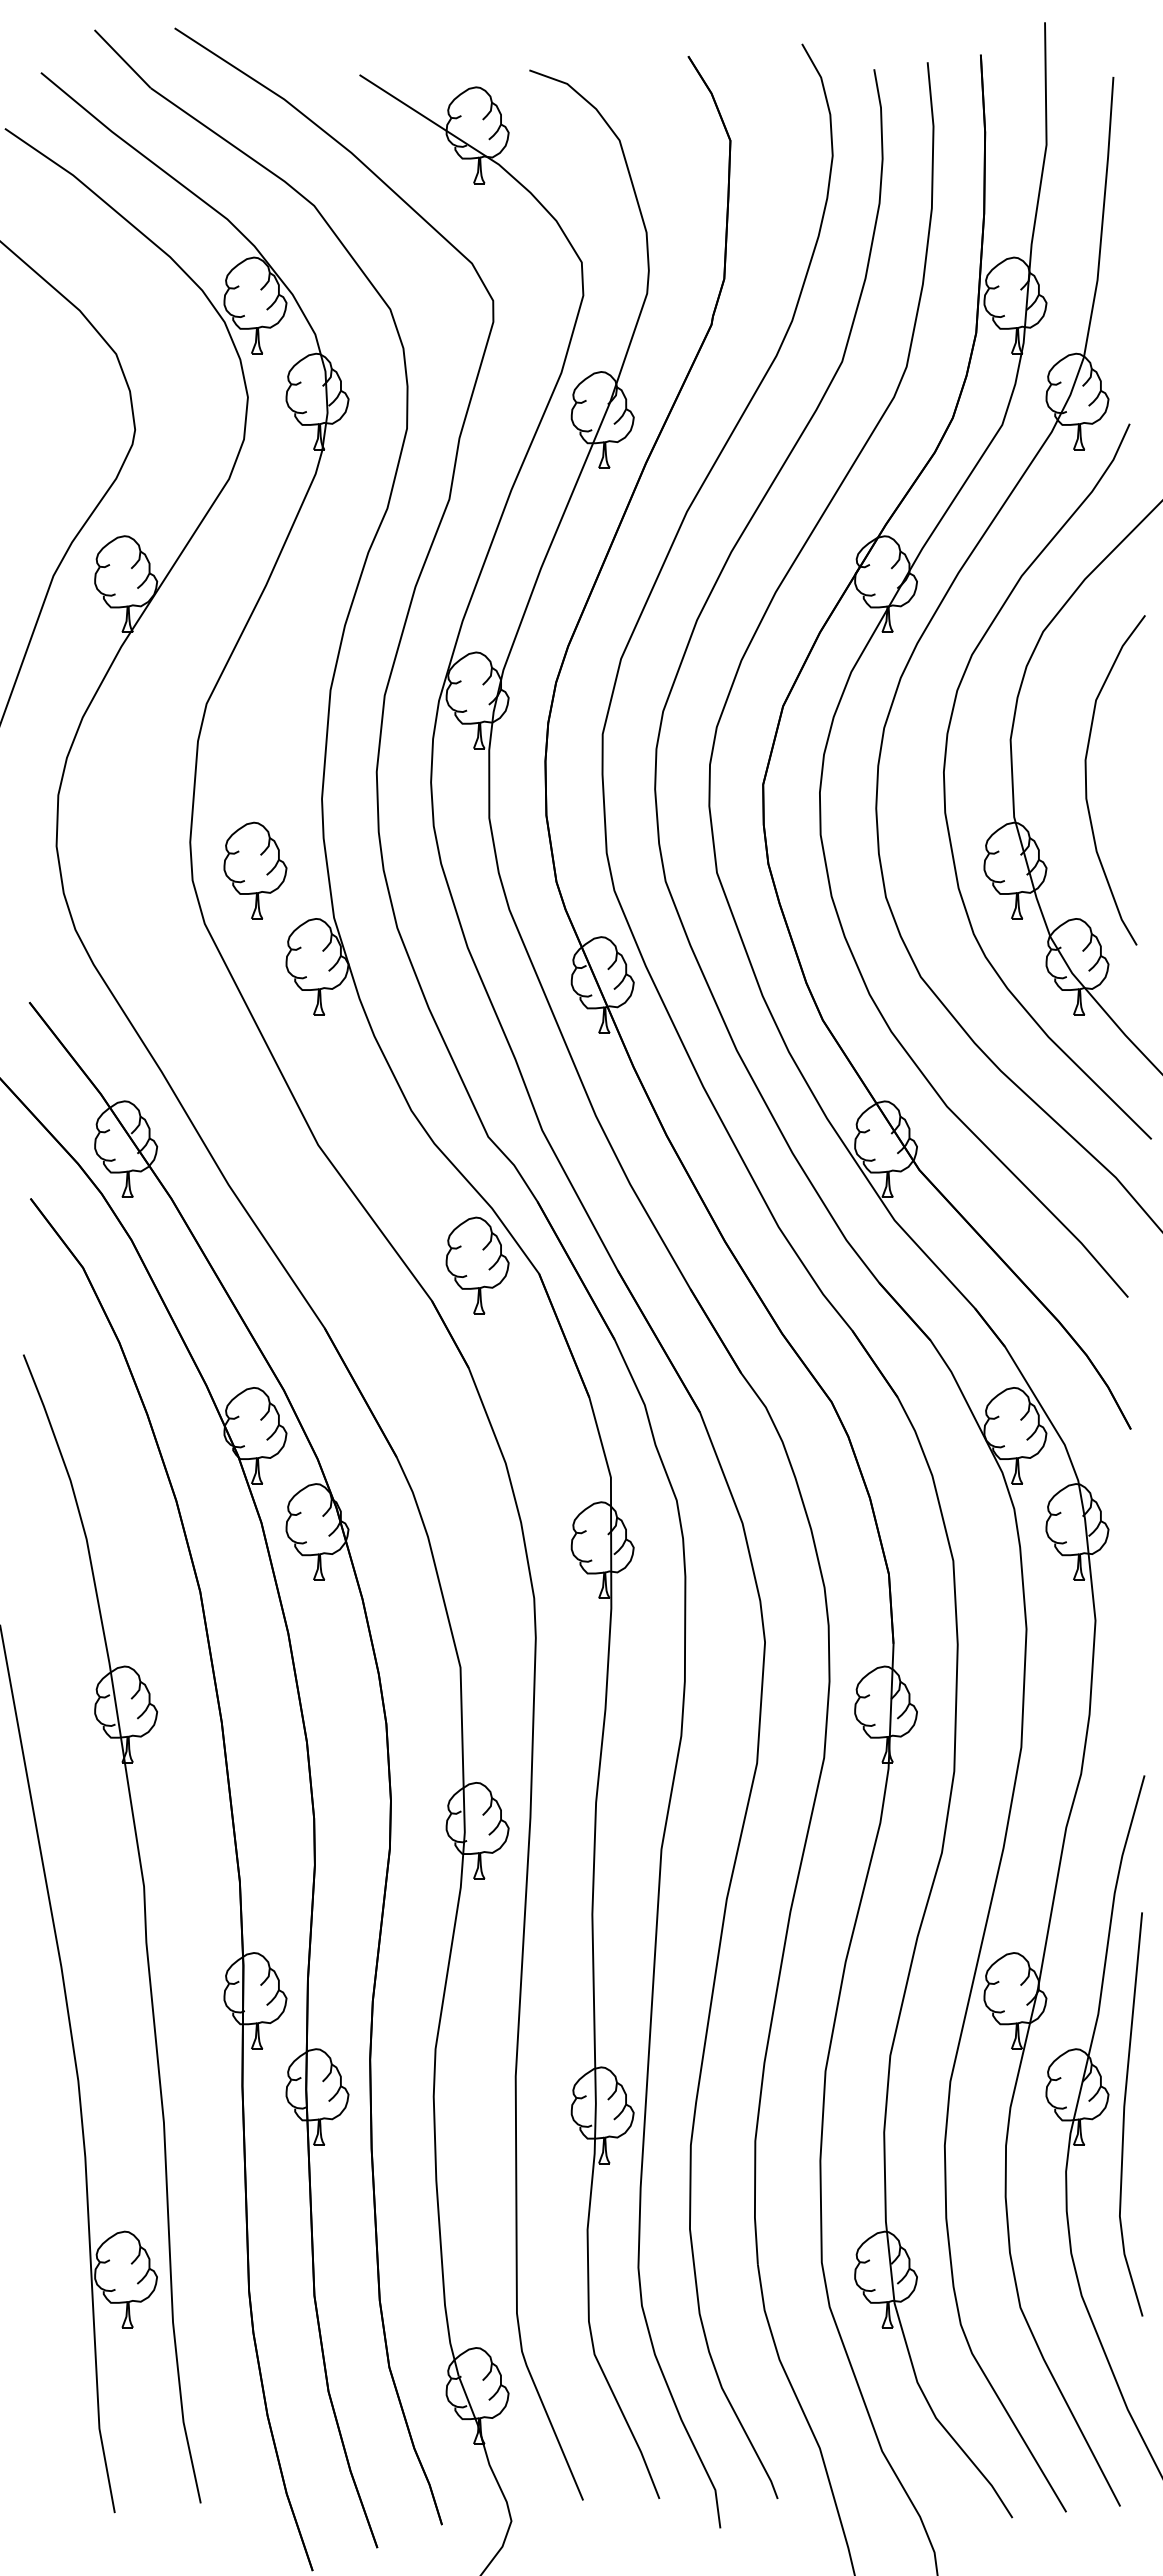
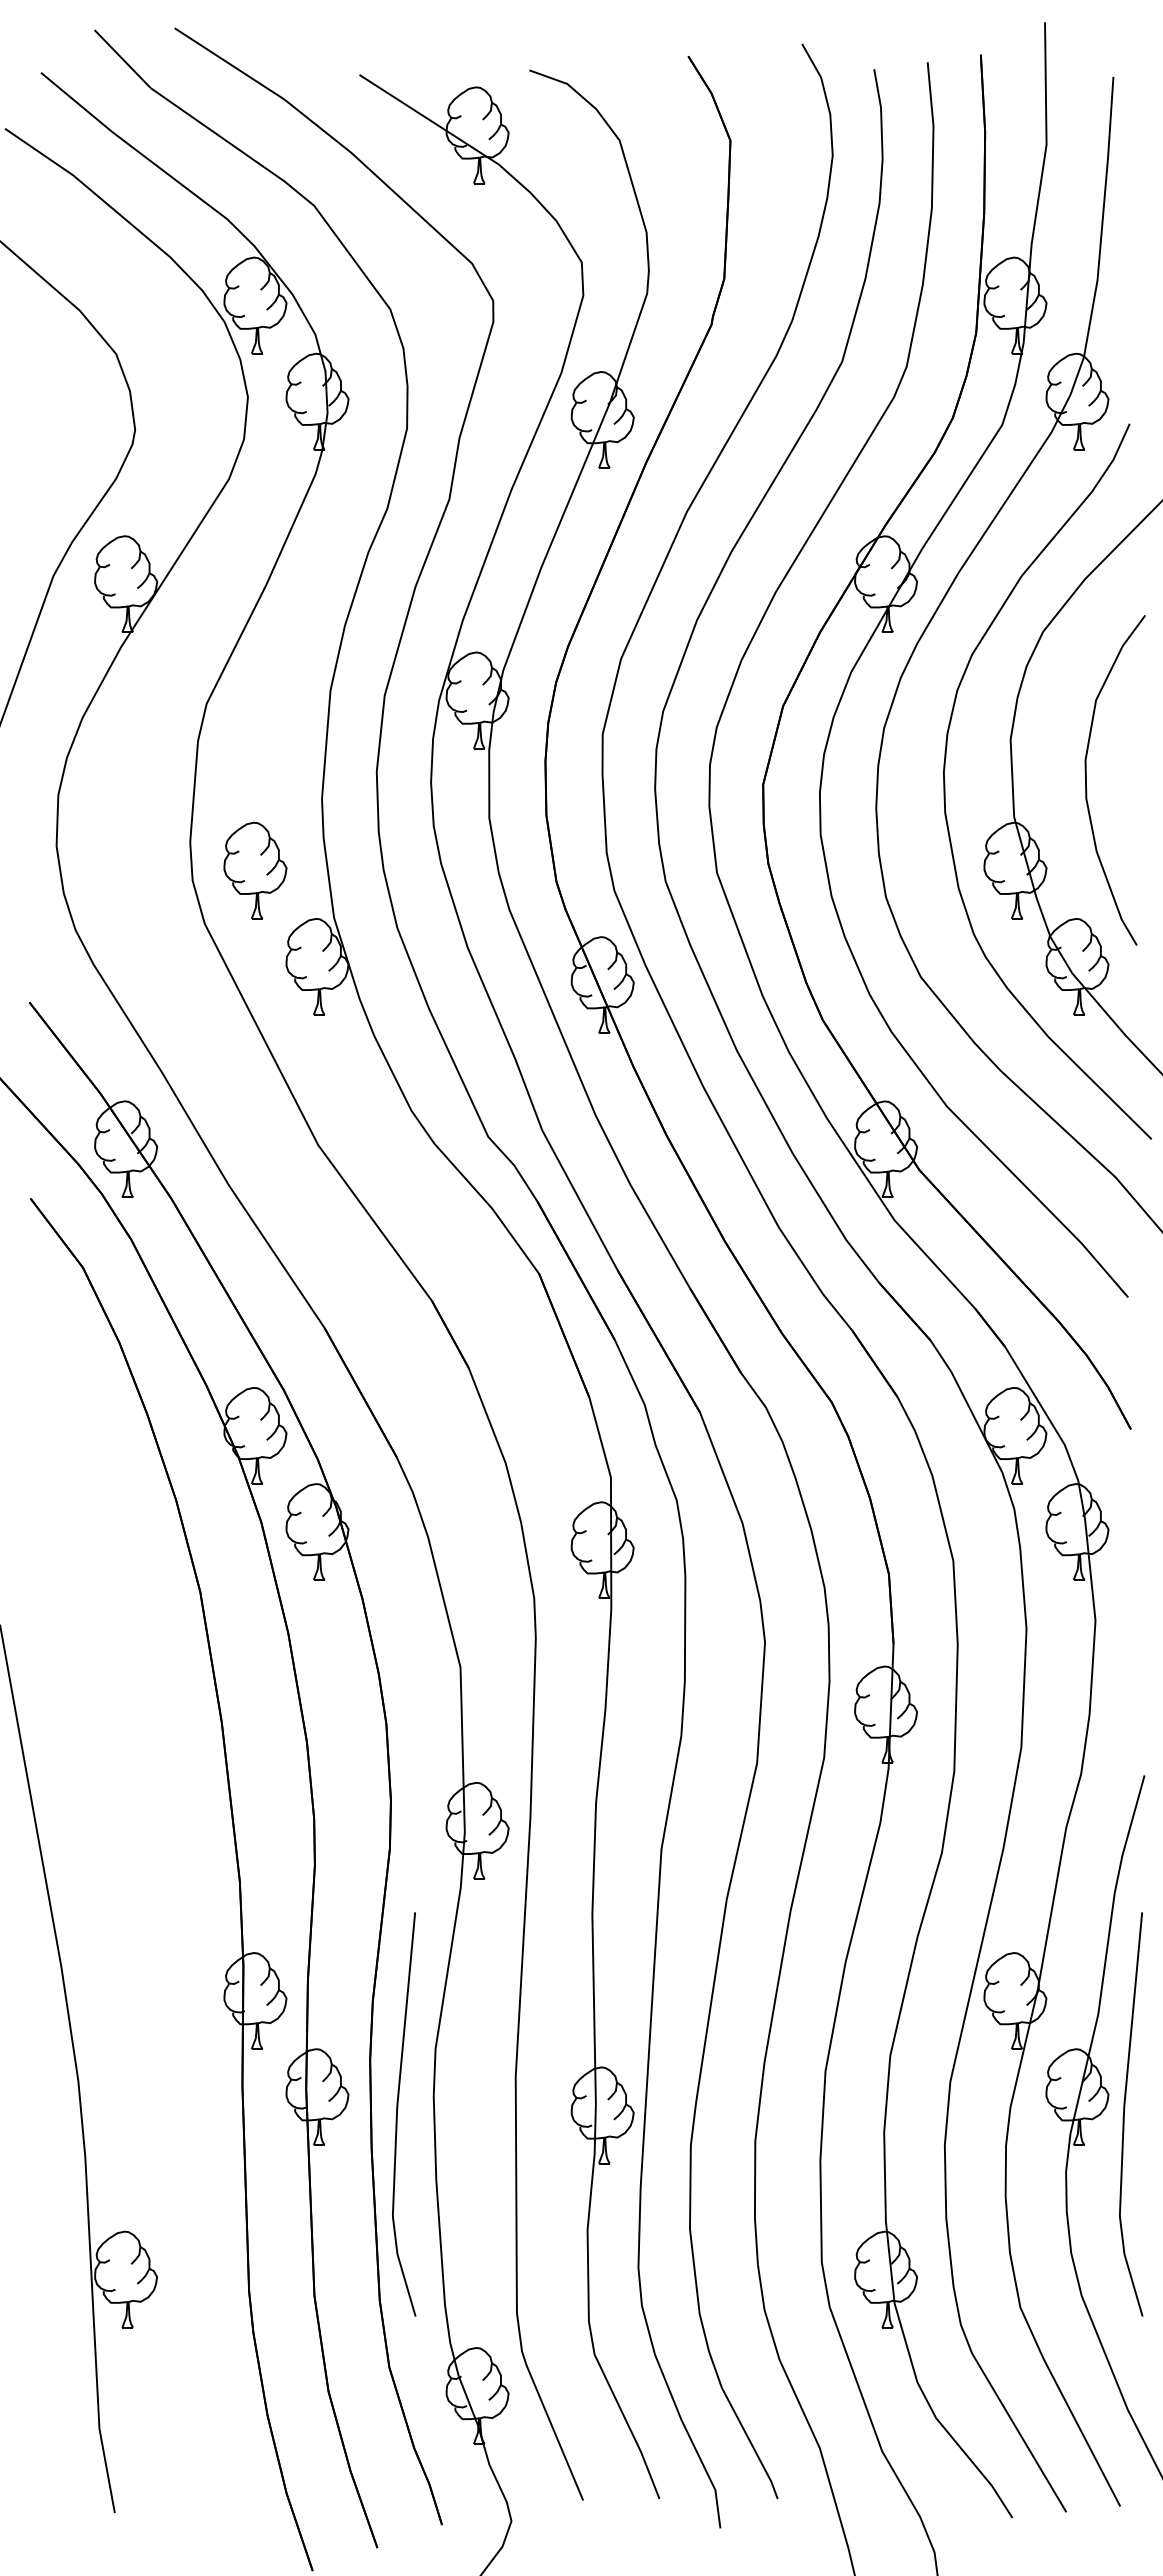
part at (477, 1265): present -> none
part at (144, 1928): present -> none
line at (397, 2114): none -> present
